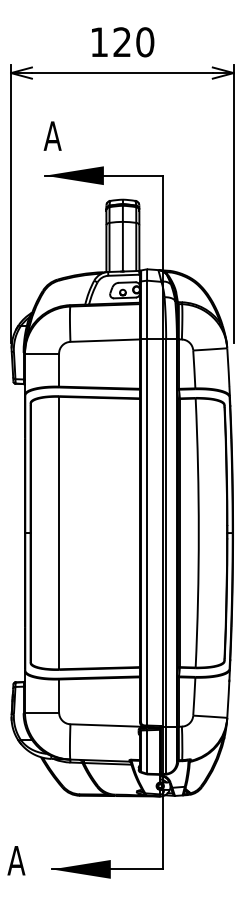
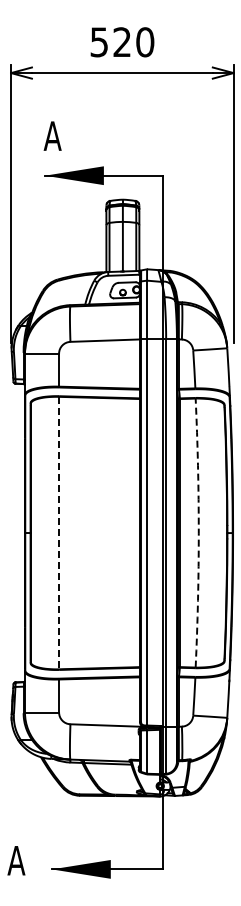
text at (98, 42): 120 -> 520
line at (59, 533): solid -> dashed
arc at (198, 533): solid -> dashed
